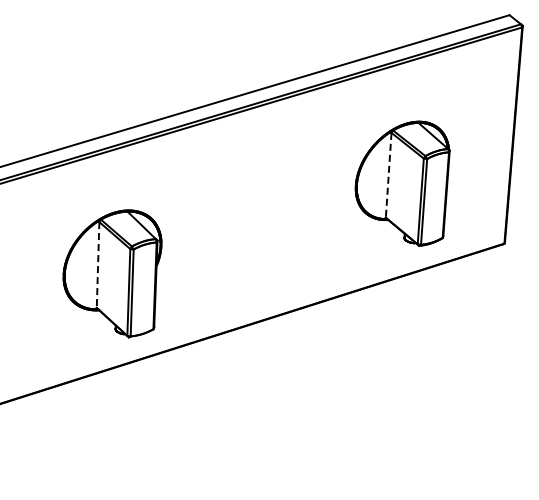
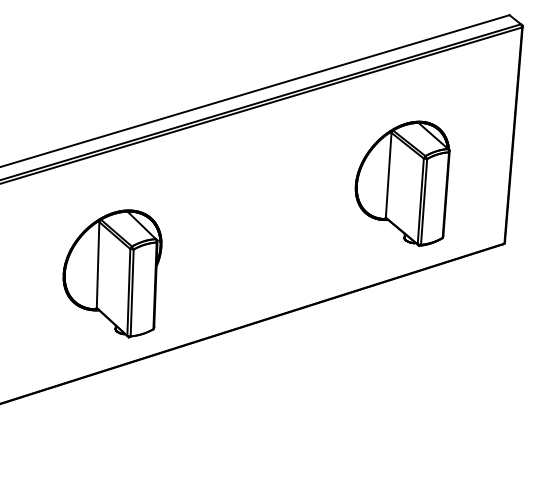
line at (388, 175): dashed -> solid
line at (98, 265): dashed -> solid
